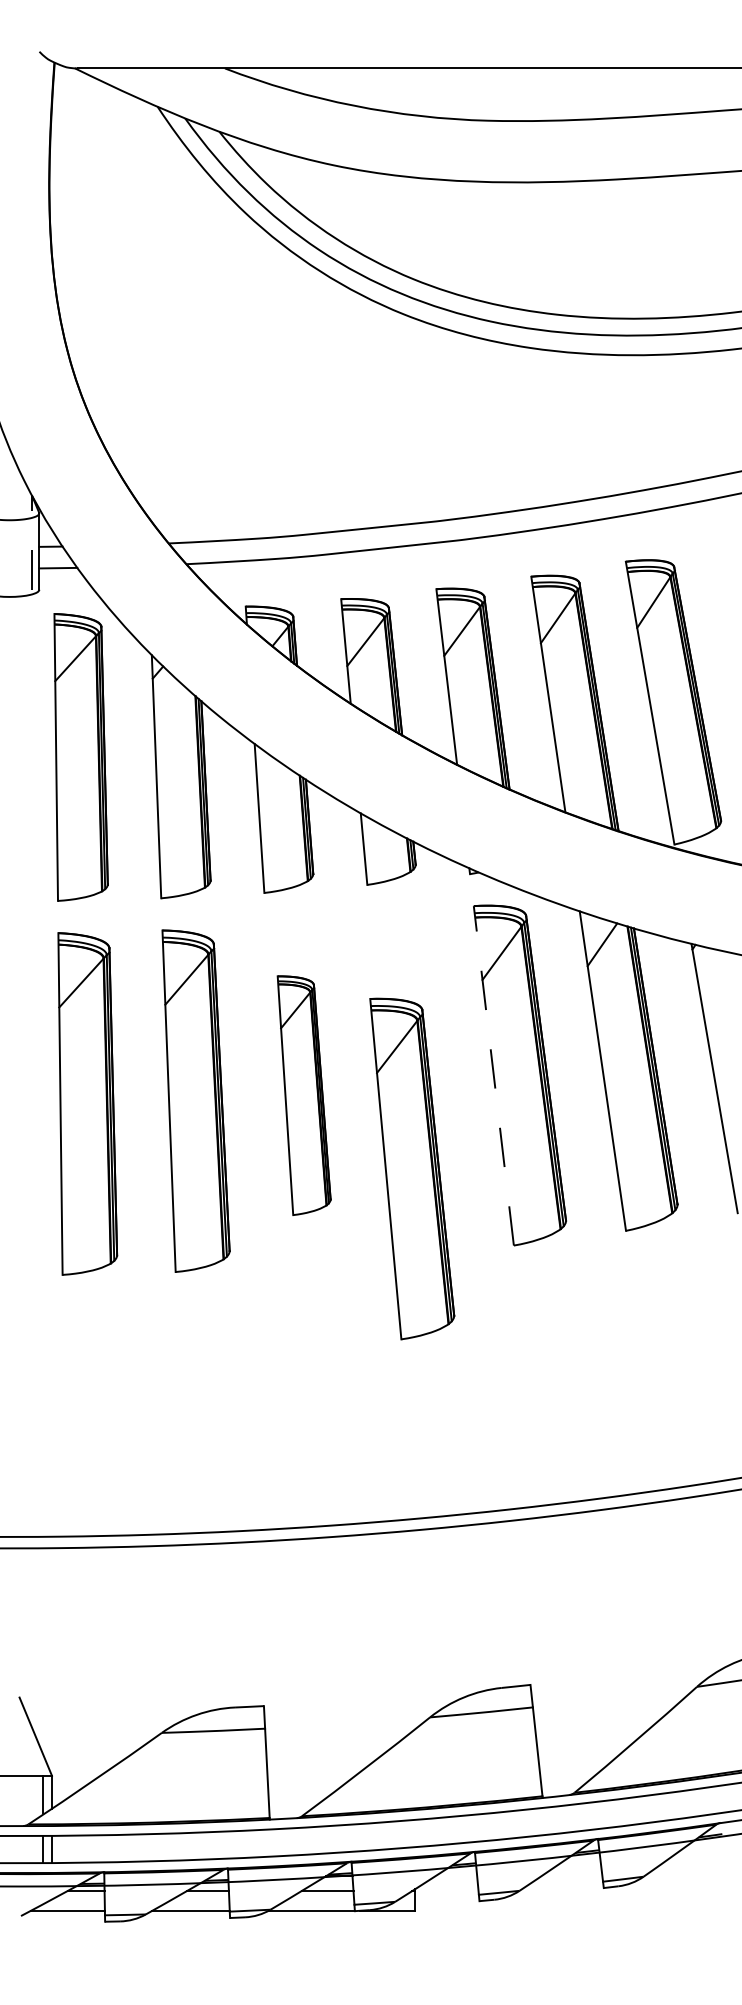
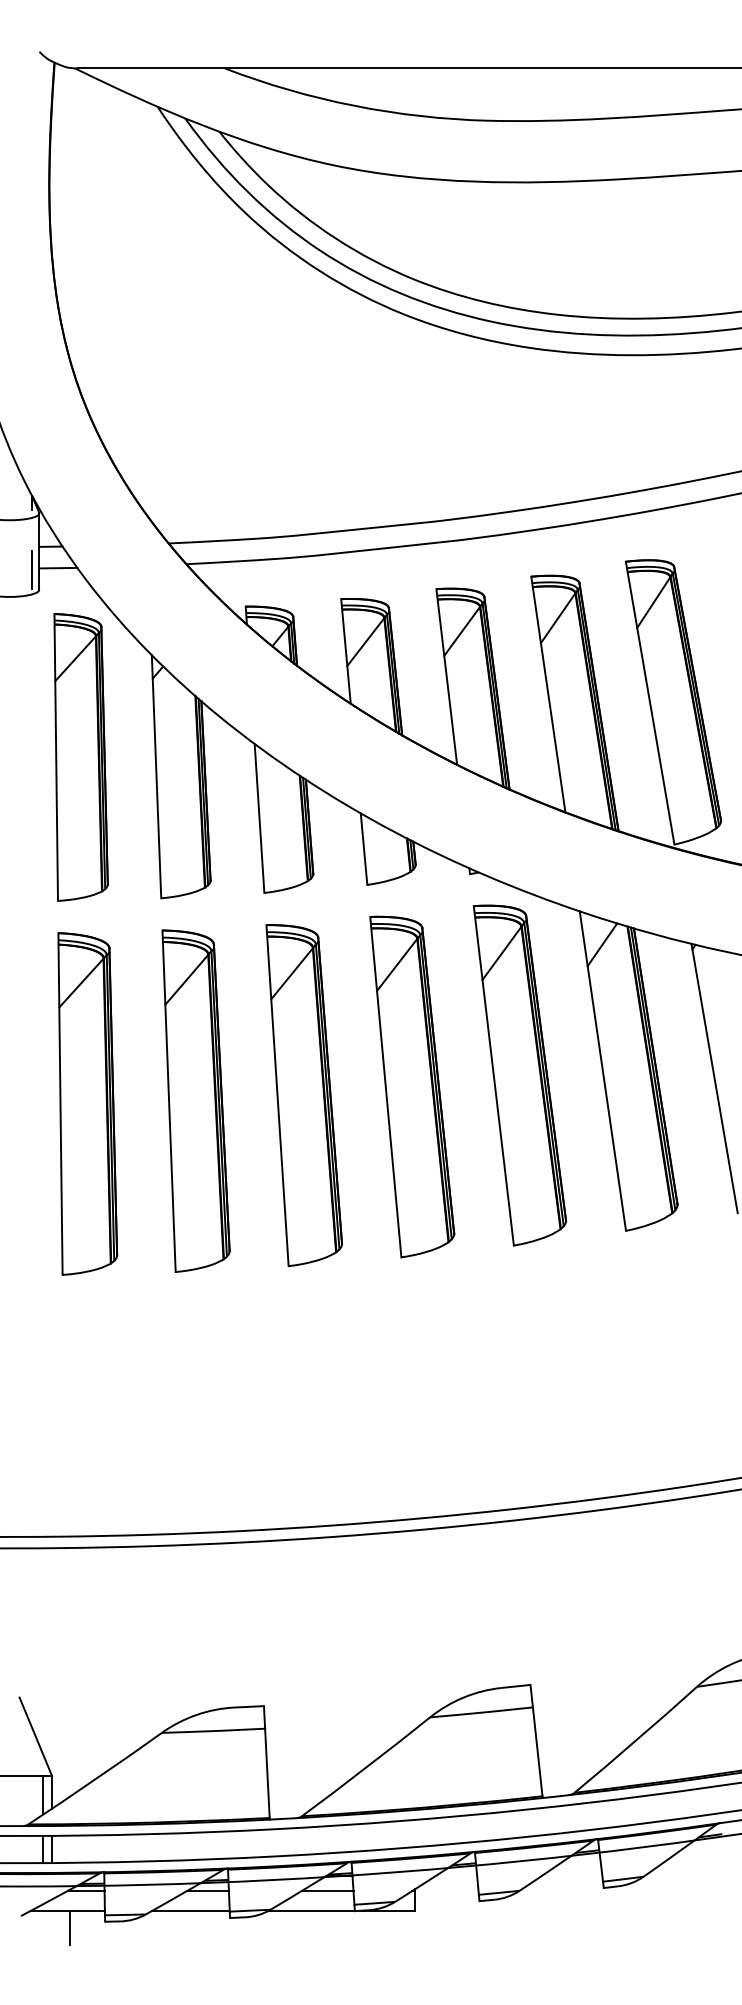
line at (493, 1075): dashed -> solid
part at (303, 1095) size: 56x241 px -> 78x344 px
part at (412, 1168) position: (412, 1168) -> (412, 1086)
line at (69, 1927): none -> present
